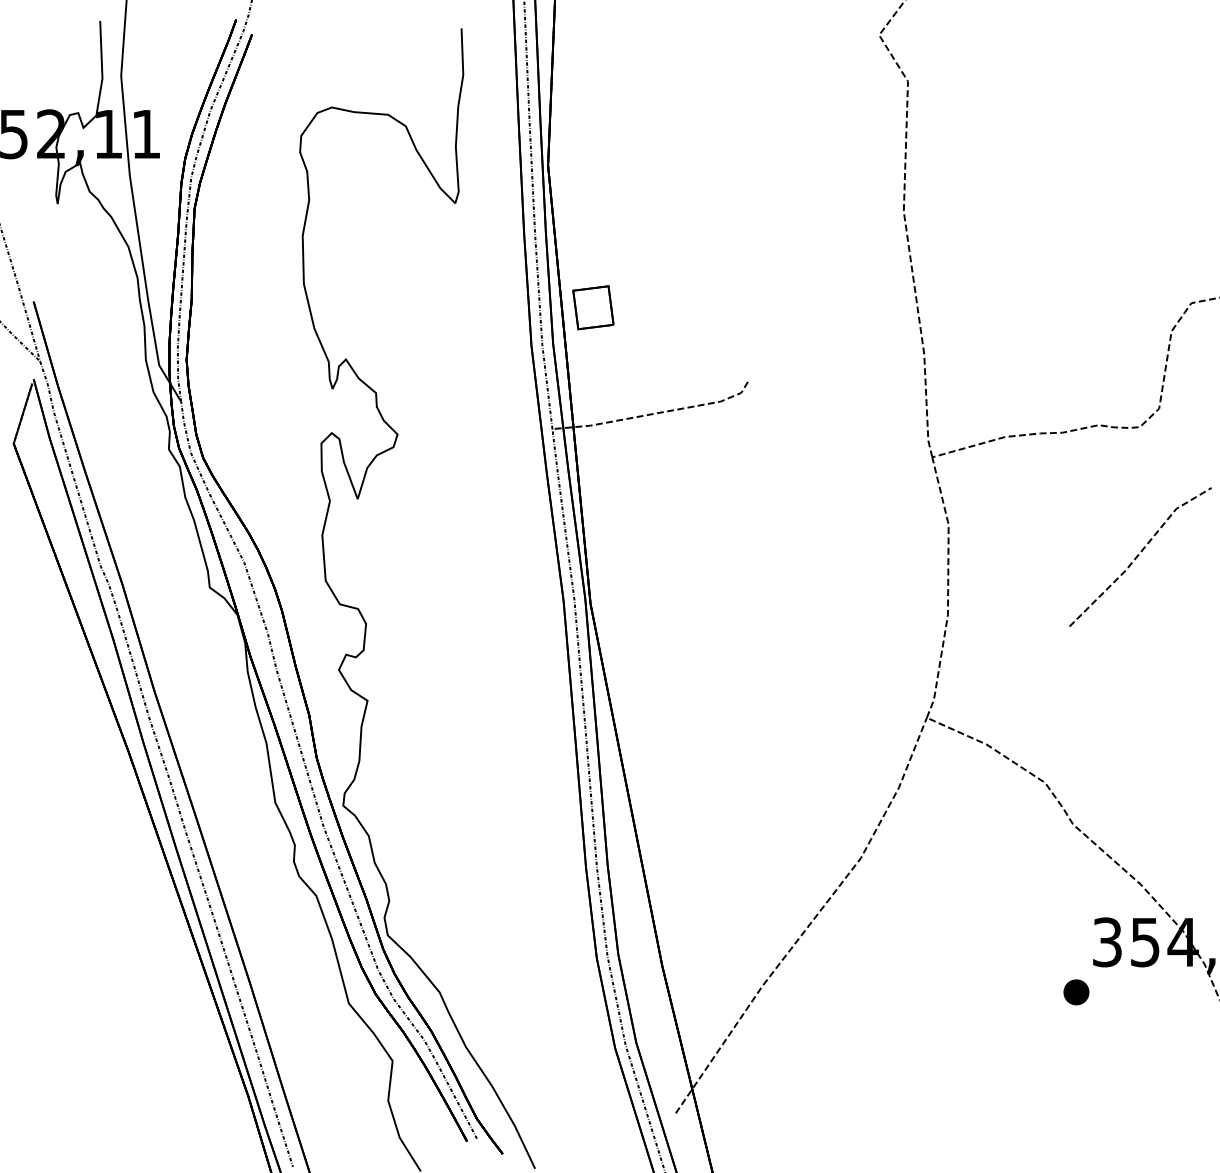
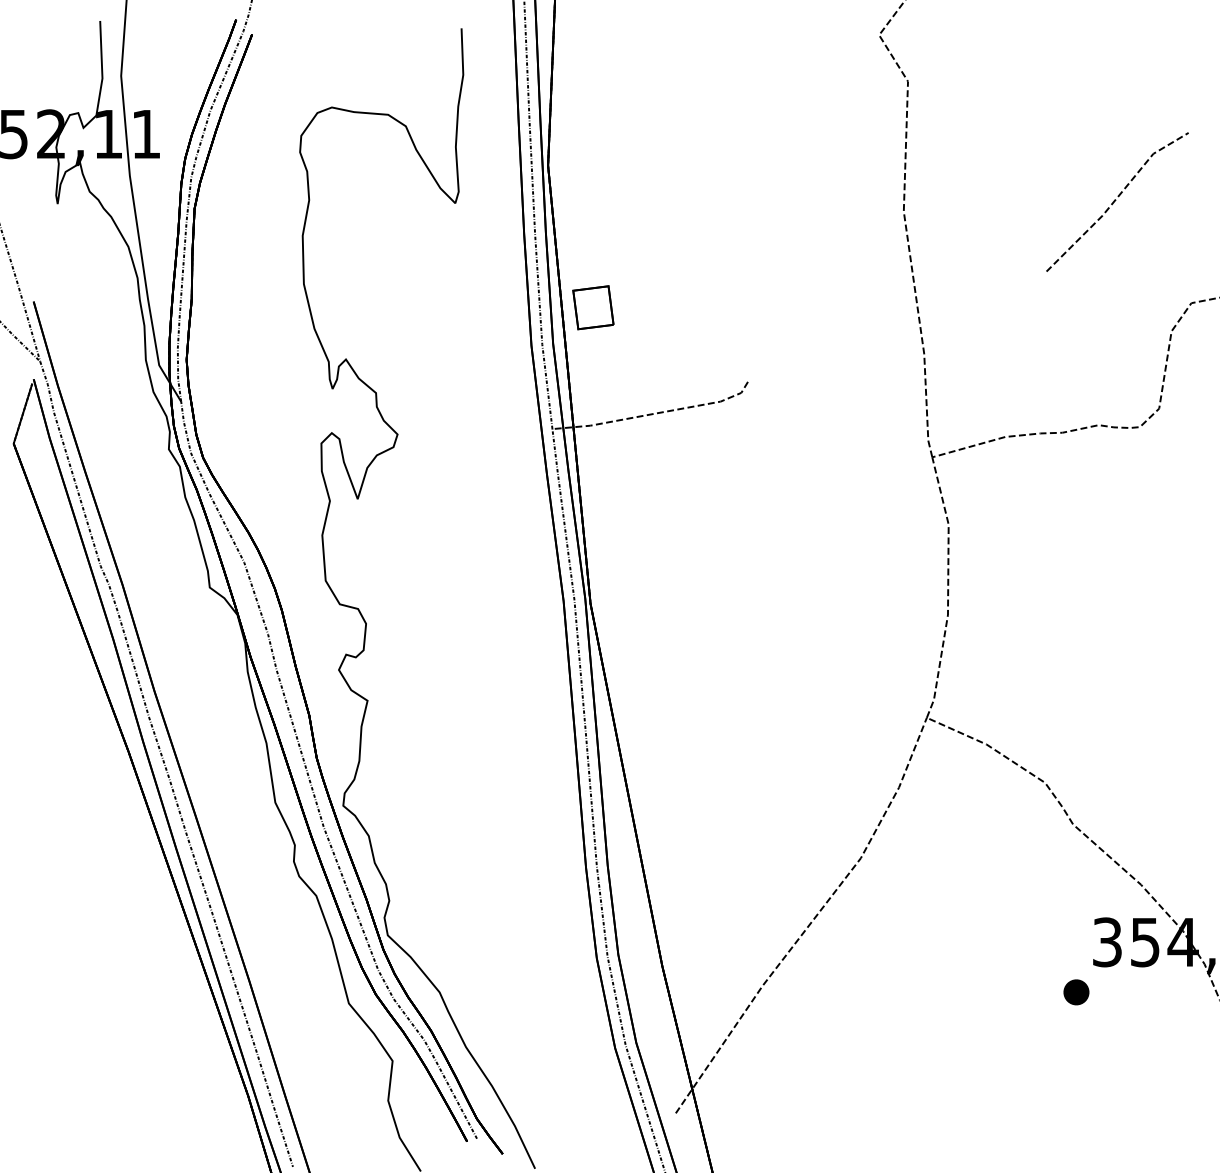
line at (1139, 555) position: (1139, 555) -> (1116, 200)
